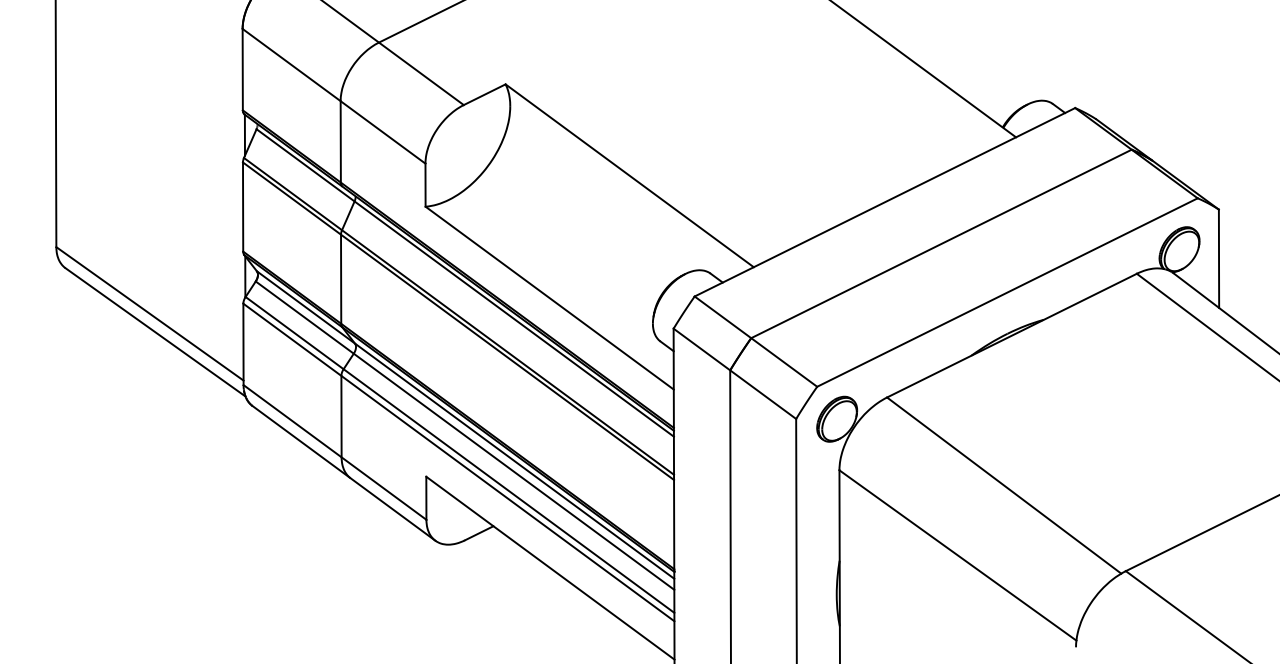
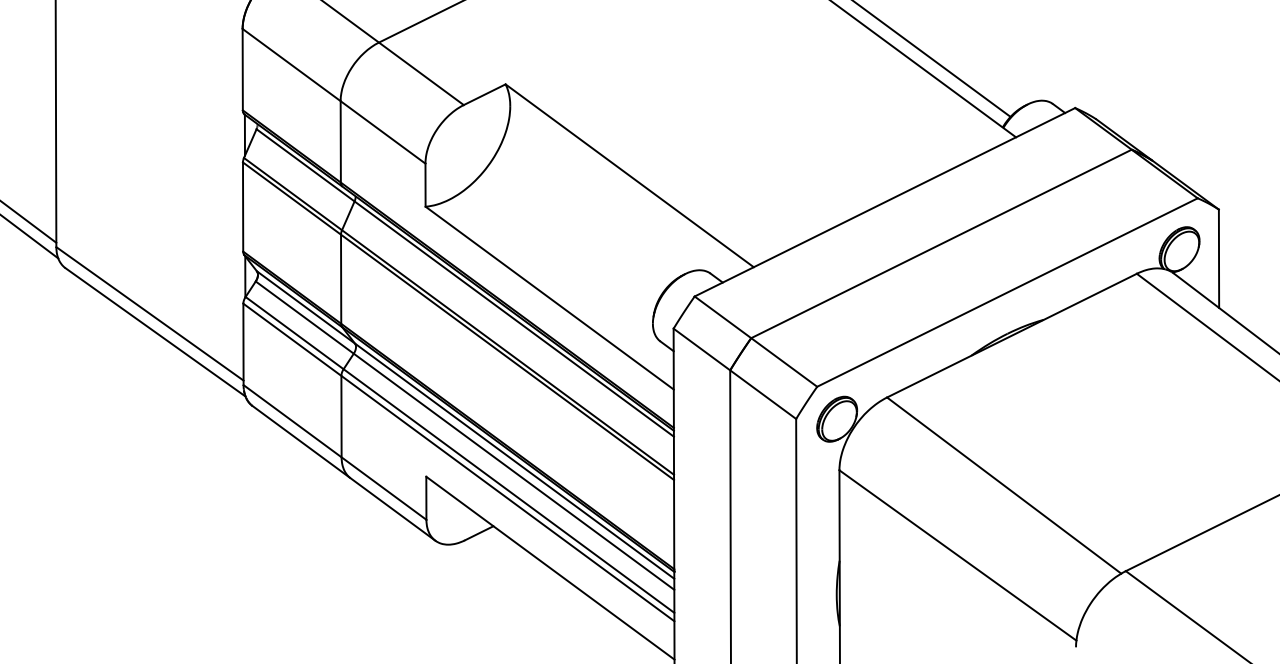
line at (932, 59): none -> present
line at (29, 222): none -> present
line at (30, 237): none -> present
